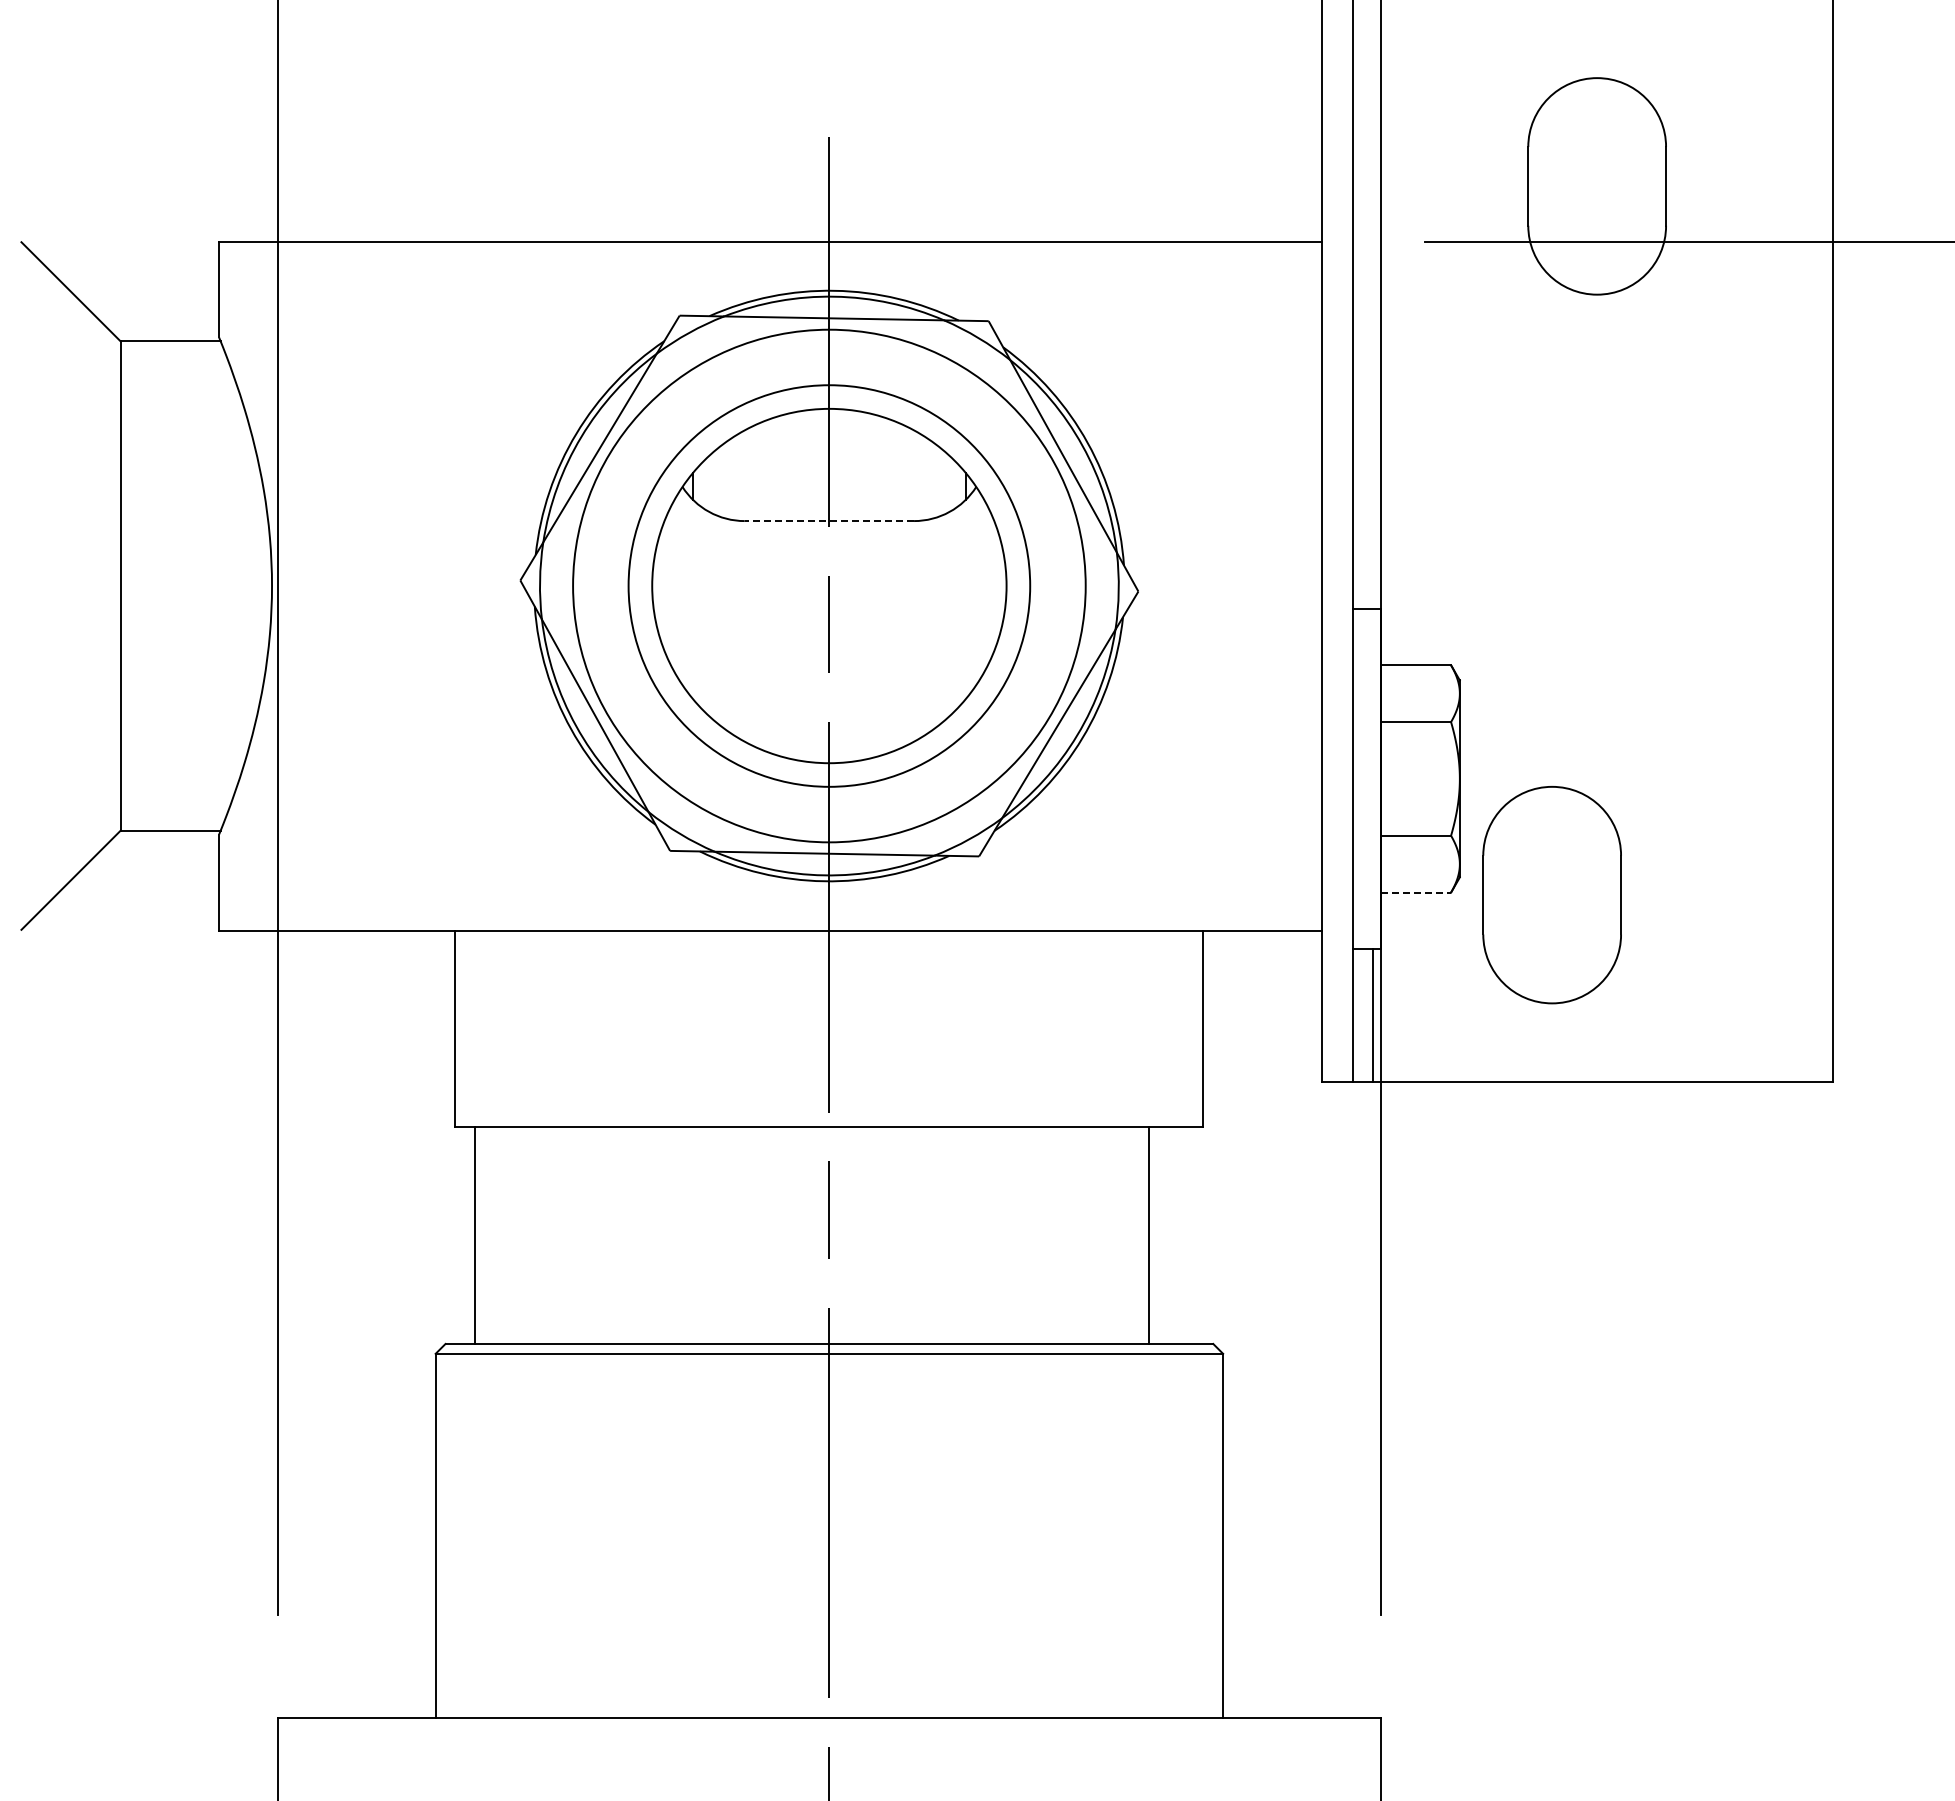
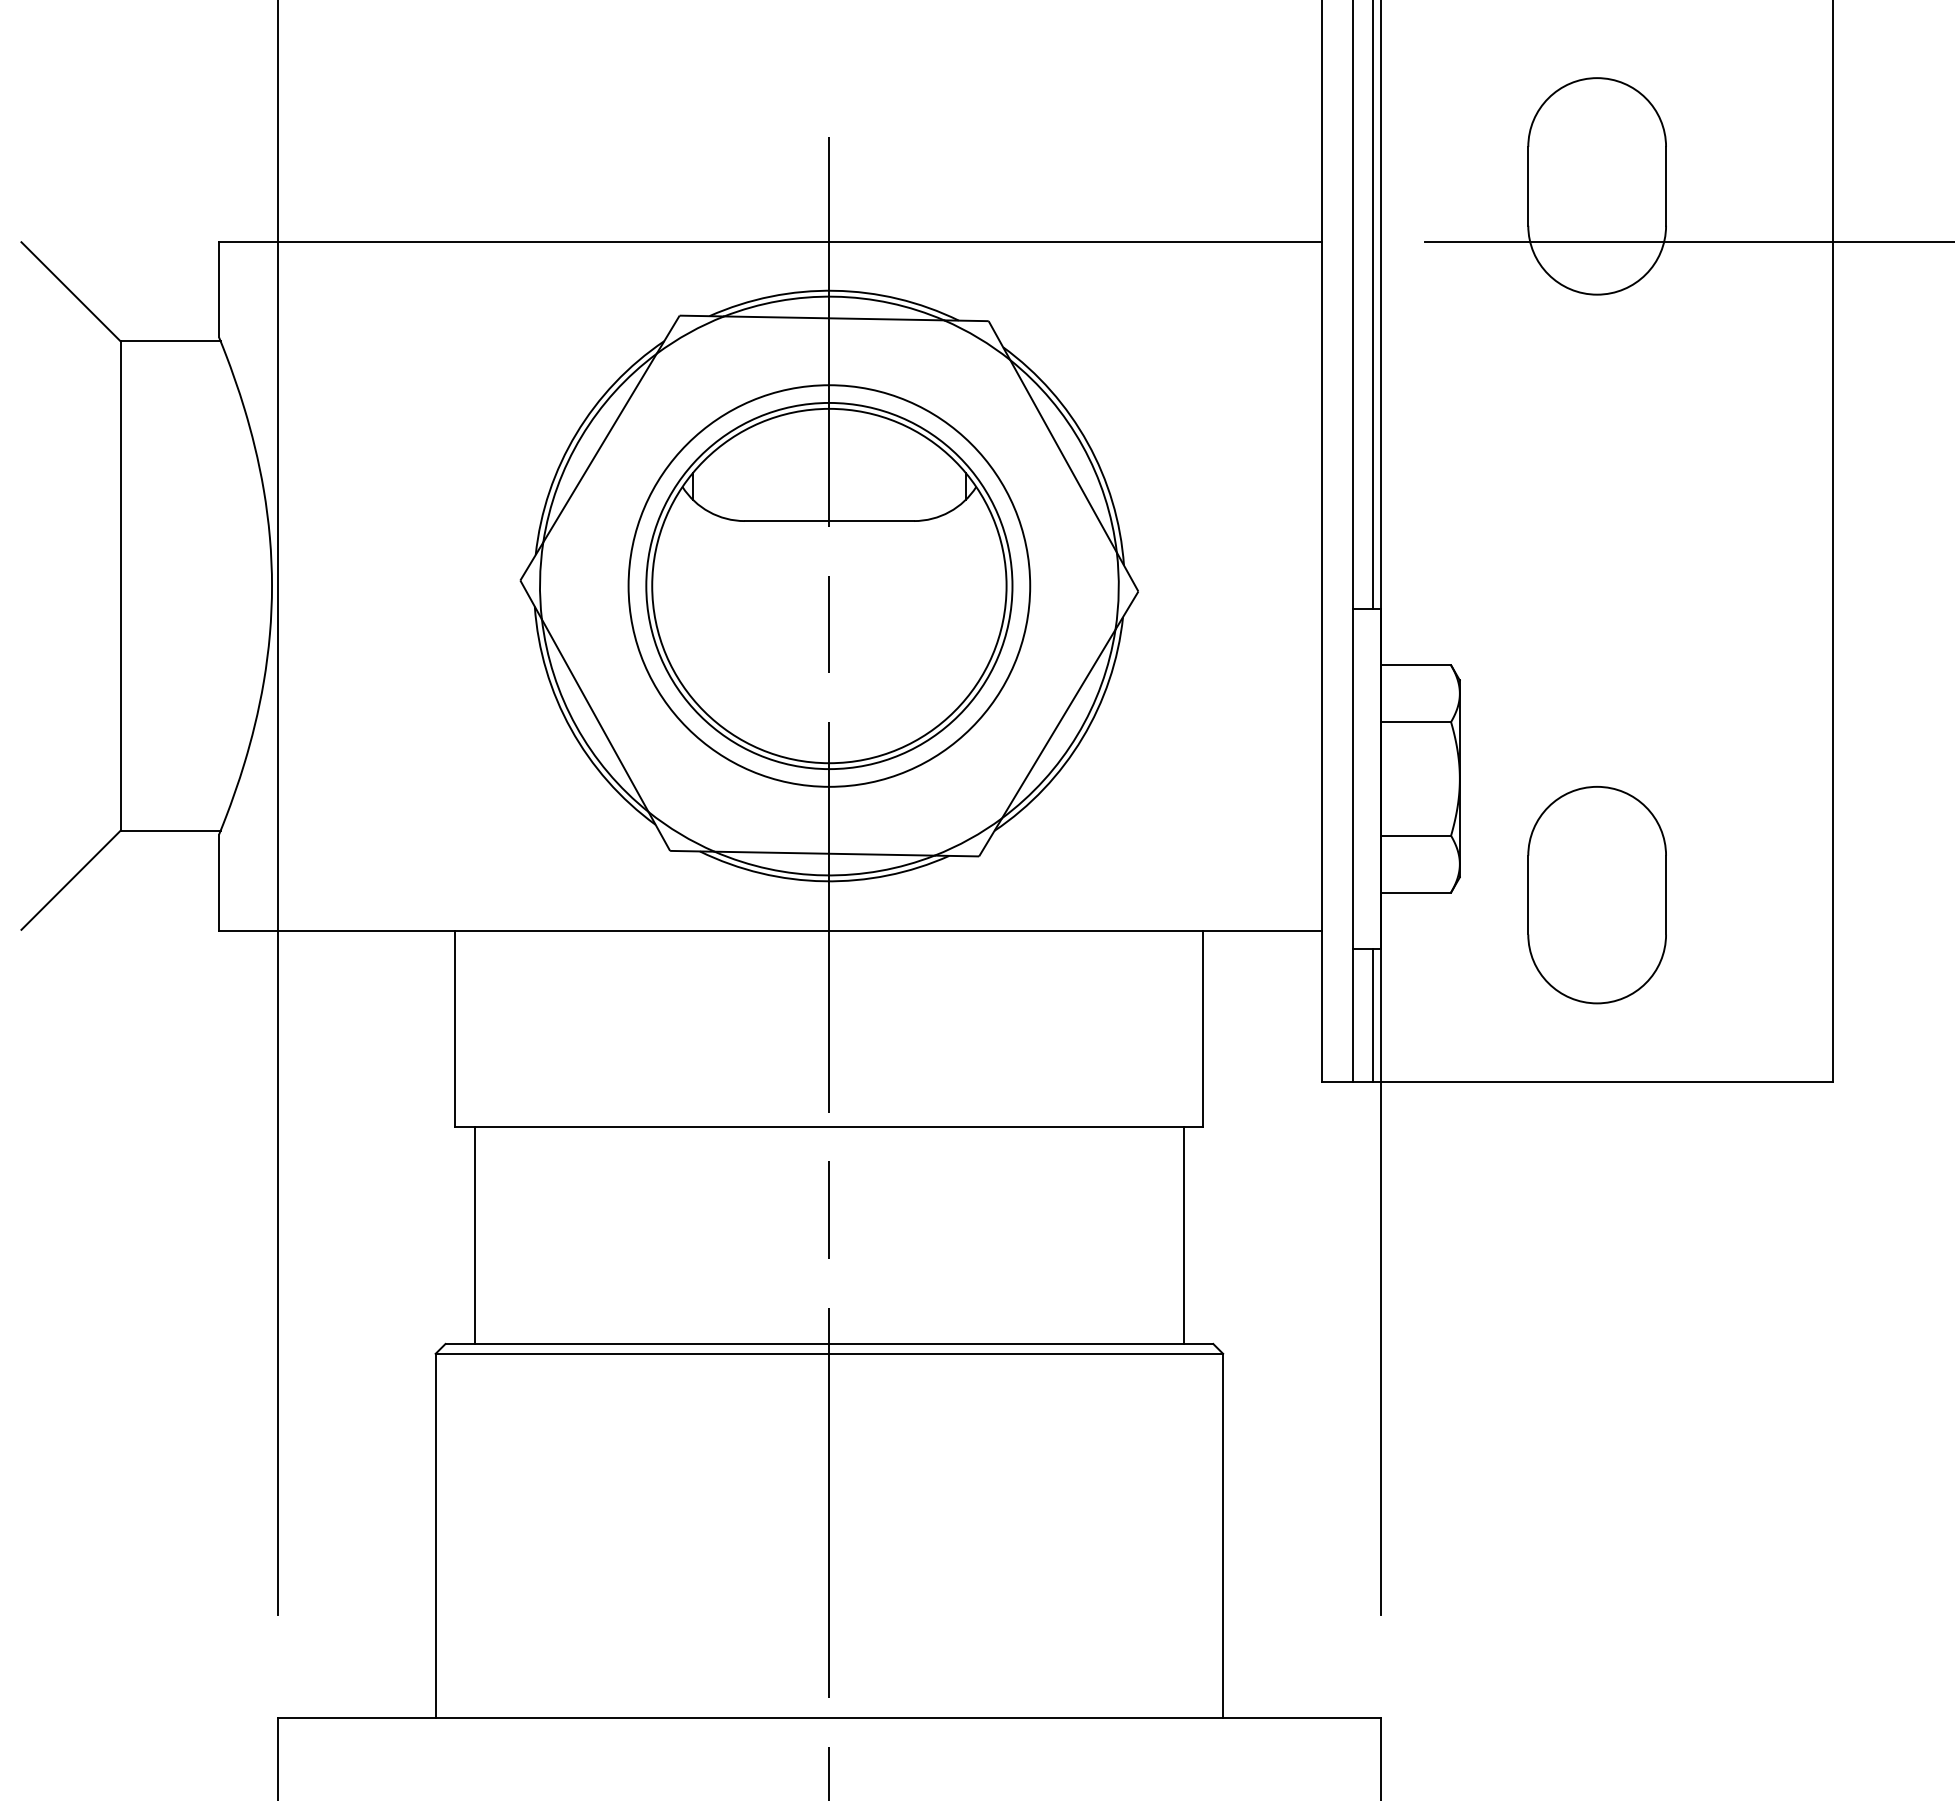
line at (1372, 305): none -> present
line at (829, 521): dashed -> solid
circle at (829, 585) diameter: 513 px -> 366 px
line at (1416, 892): dashed -> solid
part at (1551, 895) position: (1551, 895) -> (1596, 895)
line at (1148, 1235) position: (1148, 1235) -> (1183, 1235)
